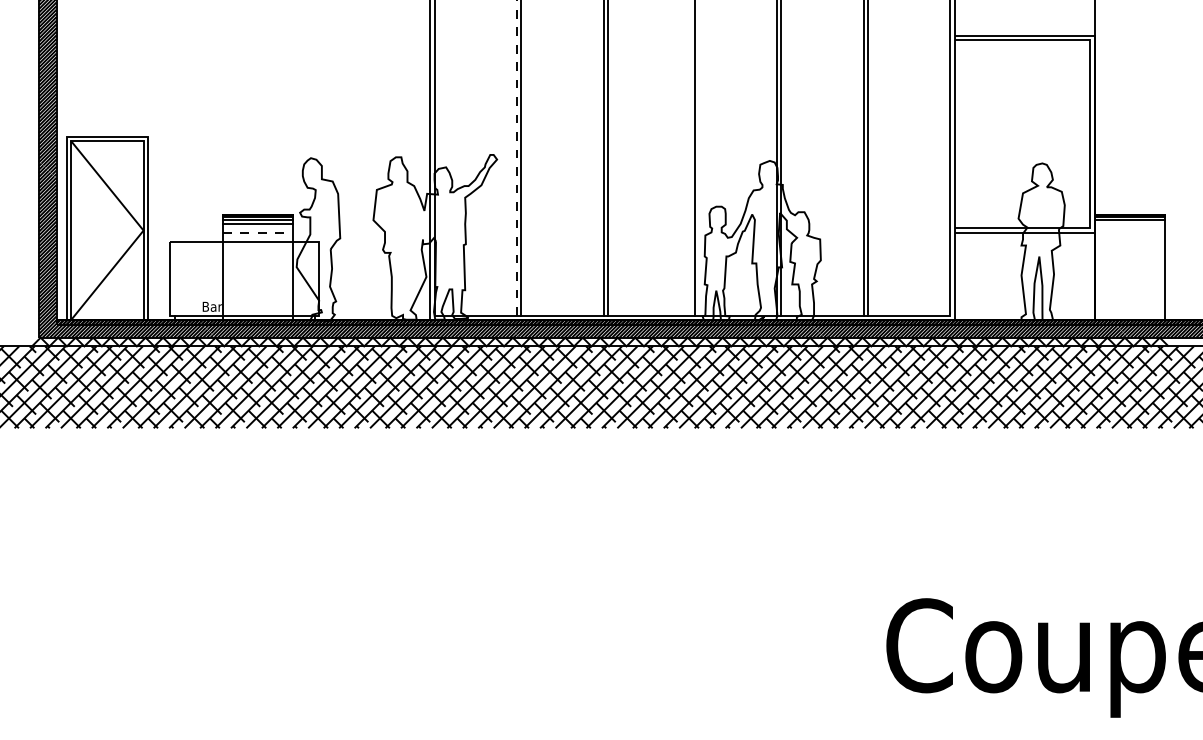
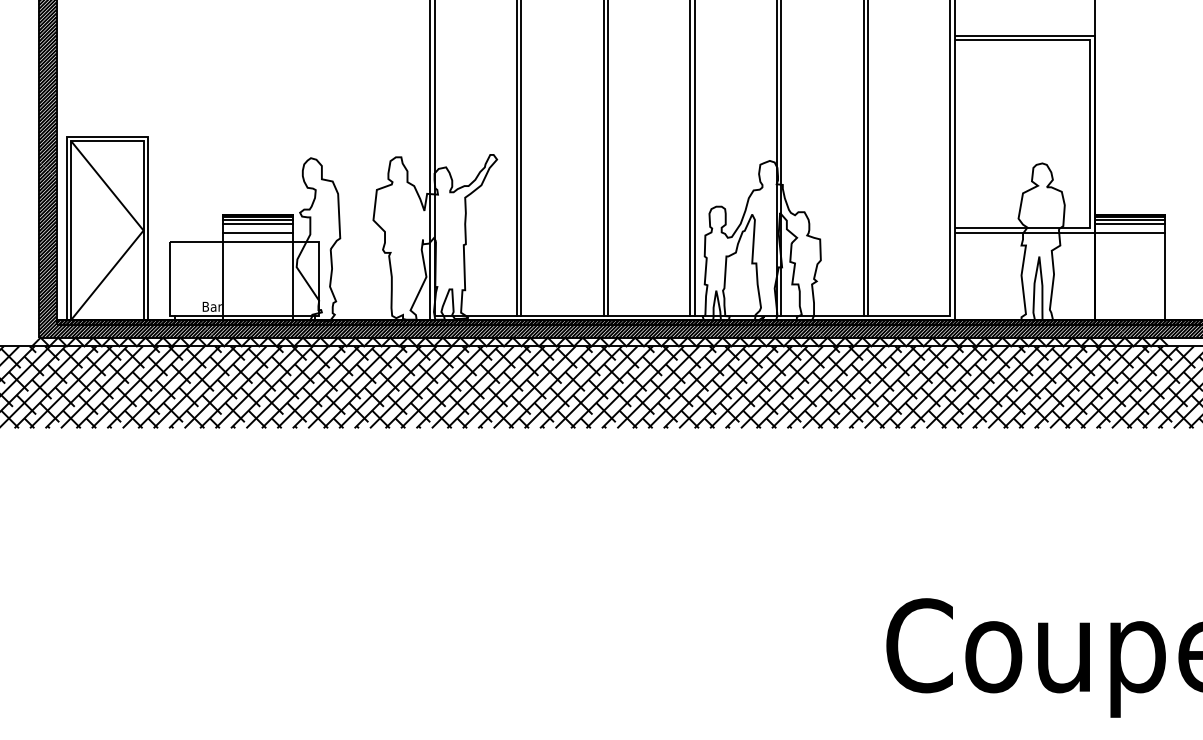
line at (516, 157): dashed -> solid
line at (690, 158): none -> present
line at (1129, 224): none -> present
line at (257, 232): dashed -> solid
line at (1129, 232): none -> present
